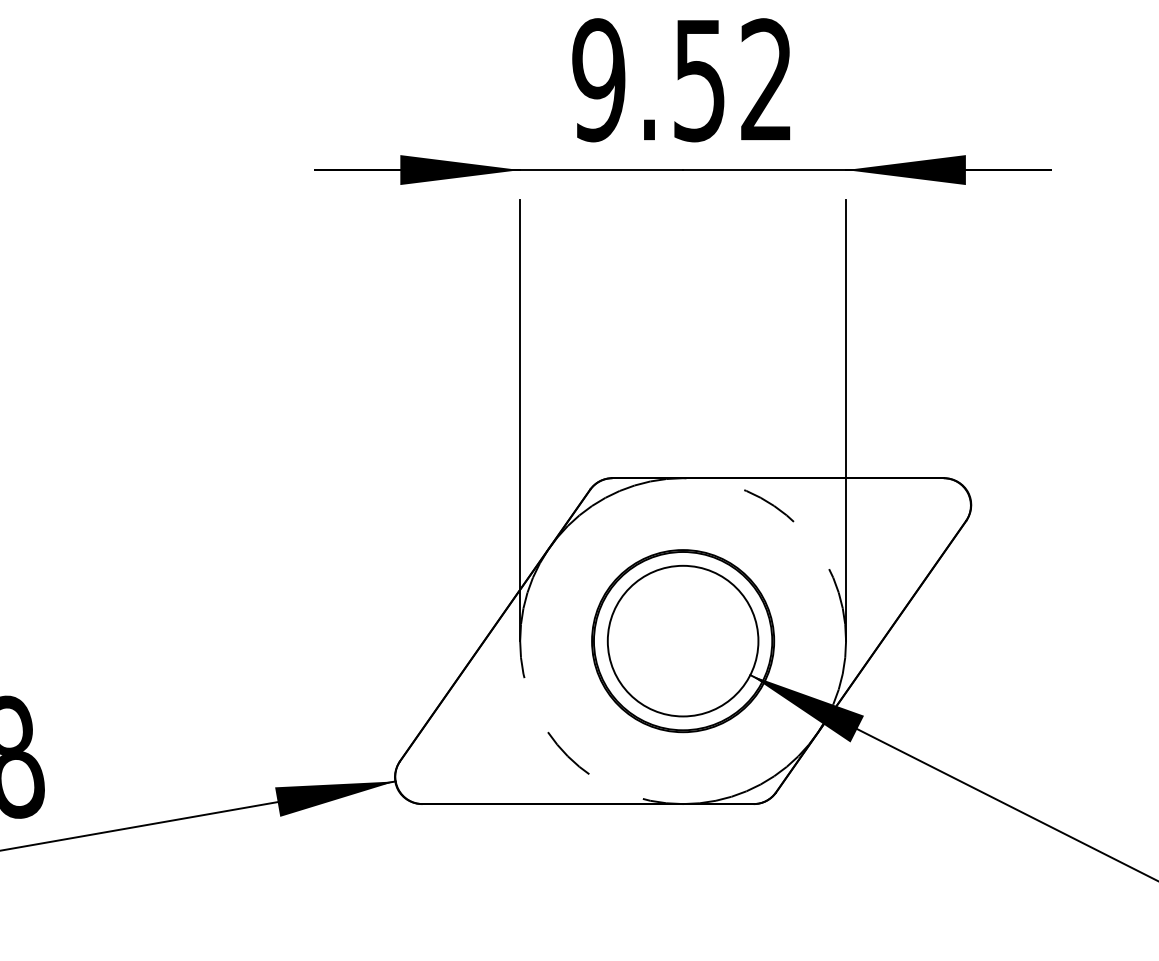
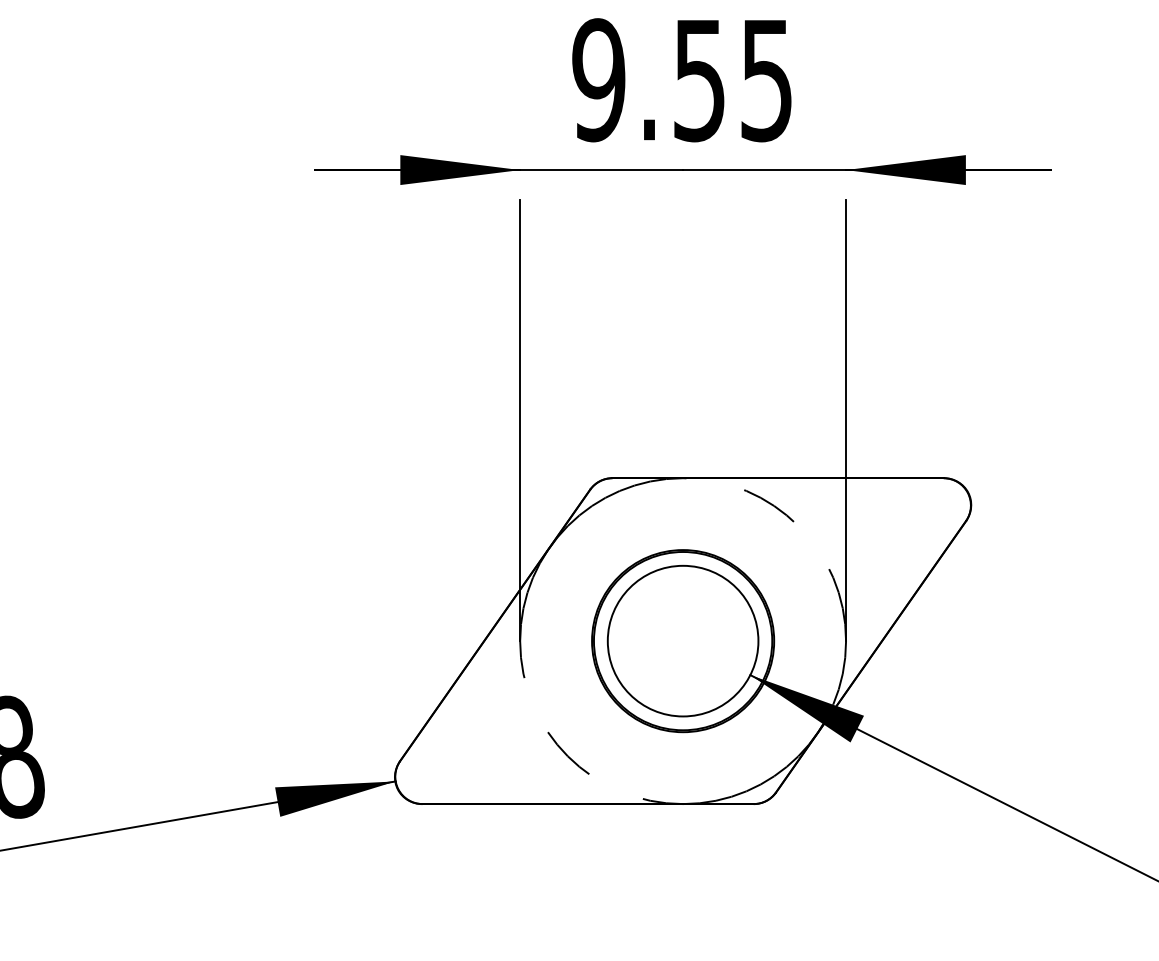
text at (766, 80): 9.52 -> 9.55
